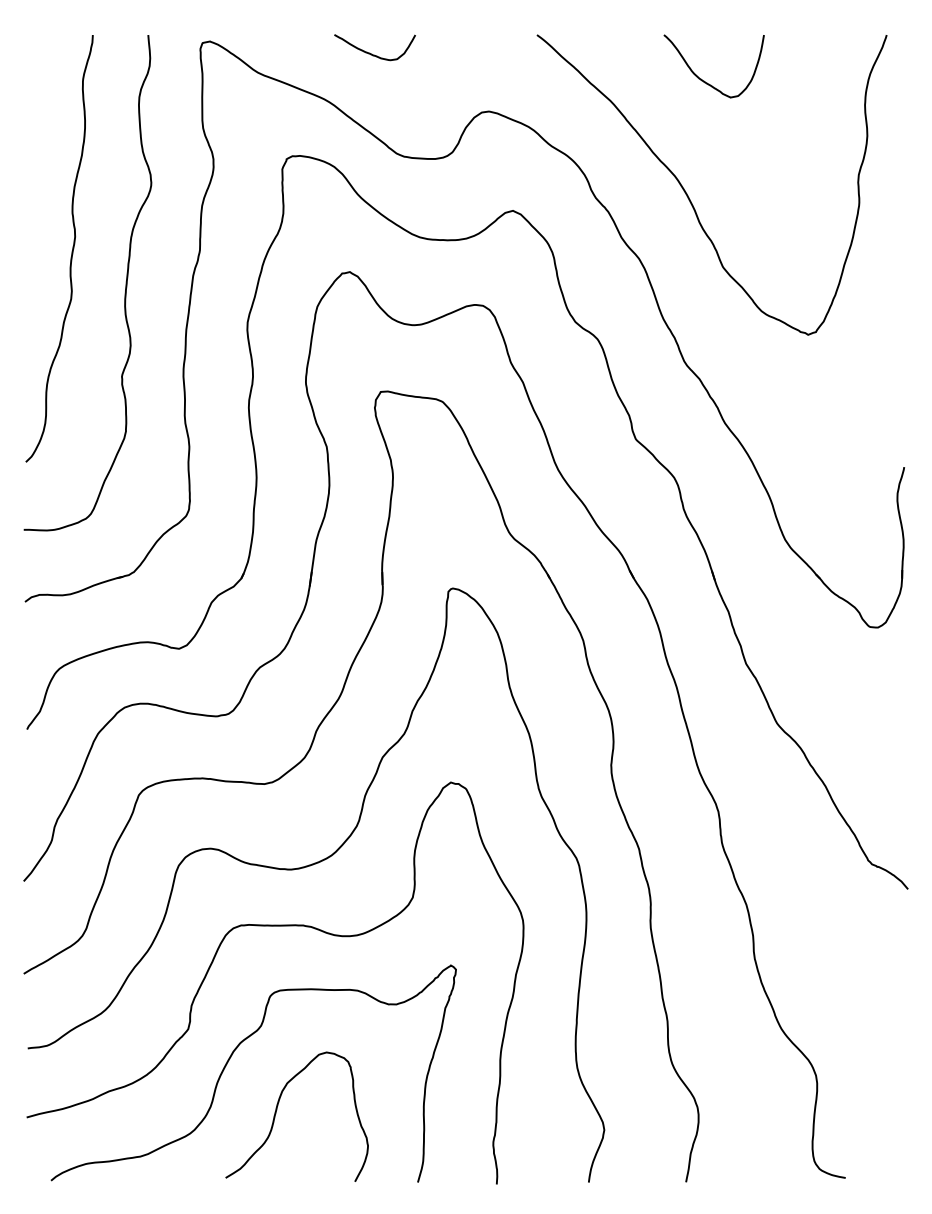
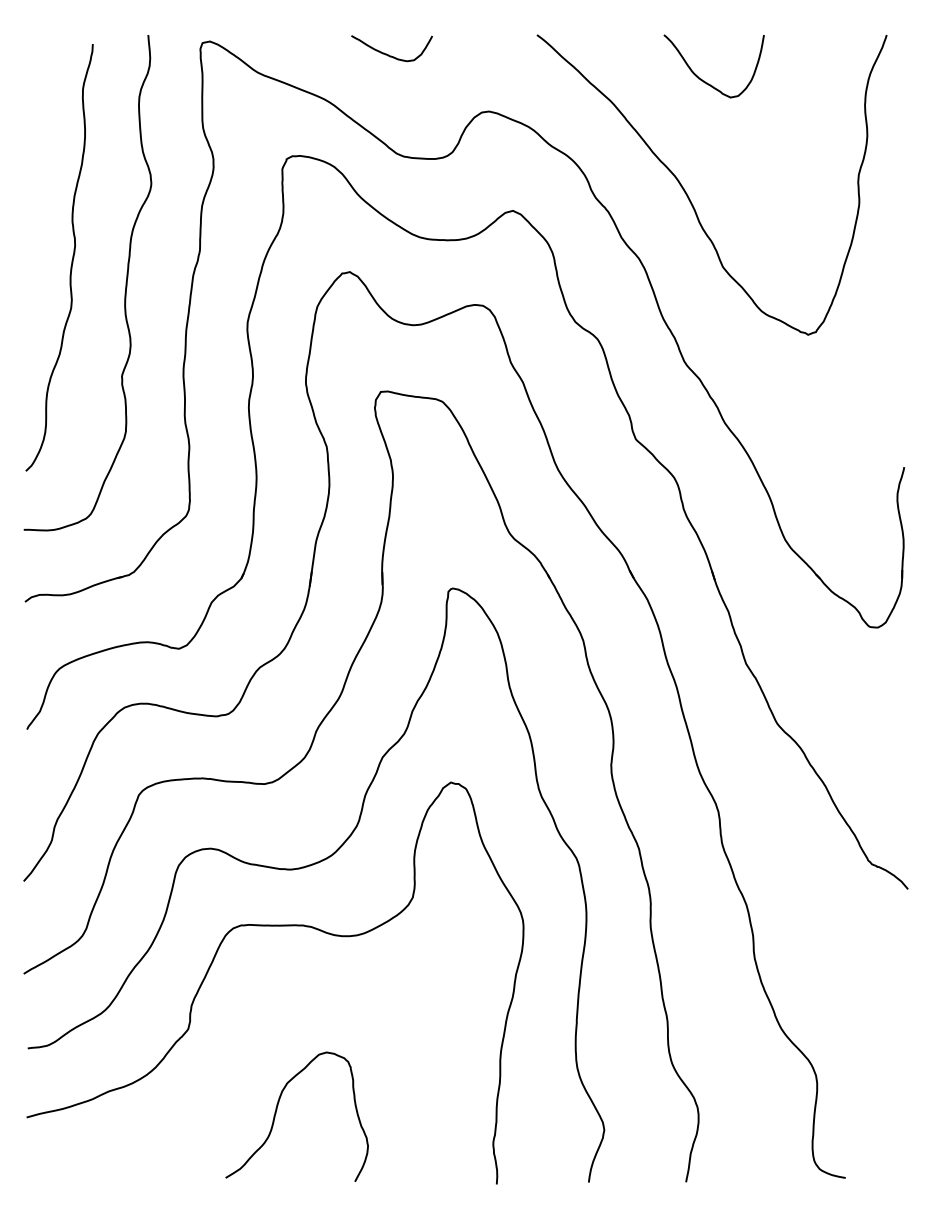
curve at (371, 53) position: (371, 53) -> (388, 54)
curve at (71, 251) position: (71, 251) -> (71, 260)
curve at (231, 1057): present -> none
